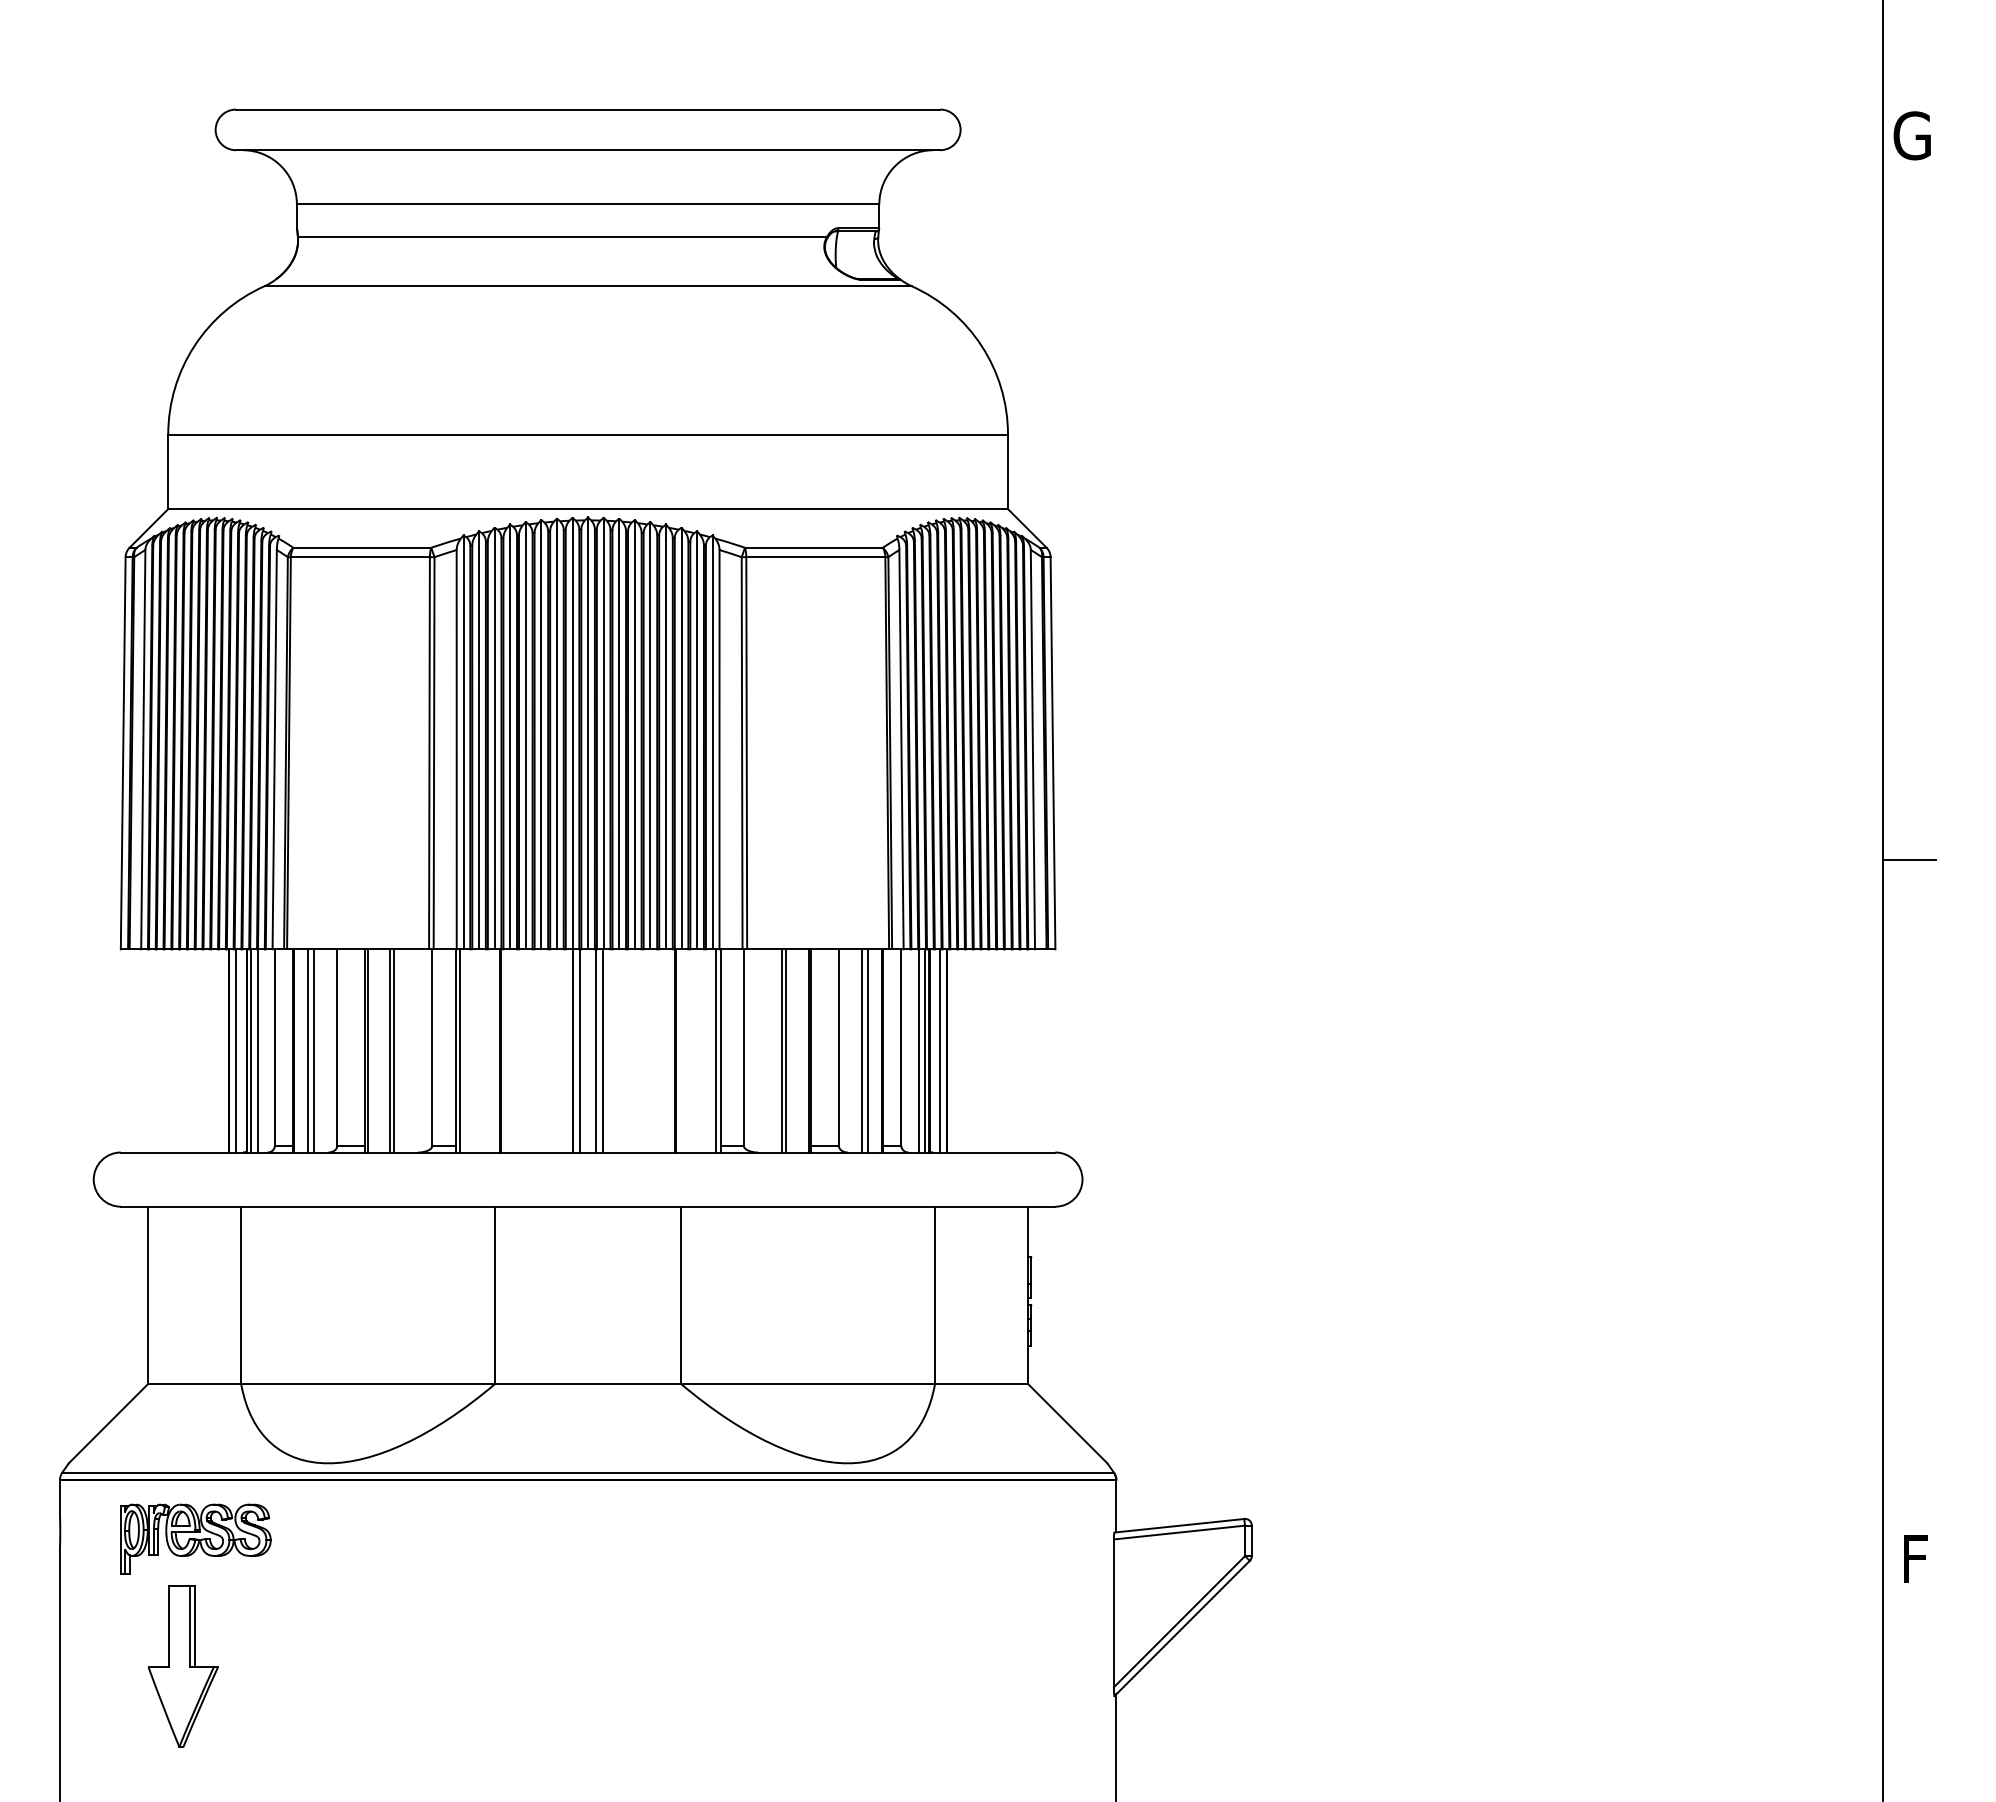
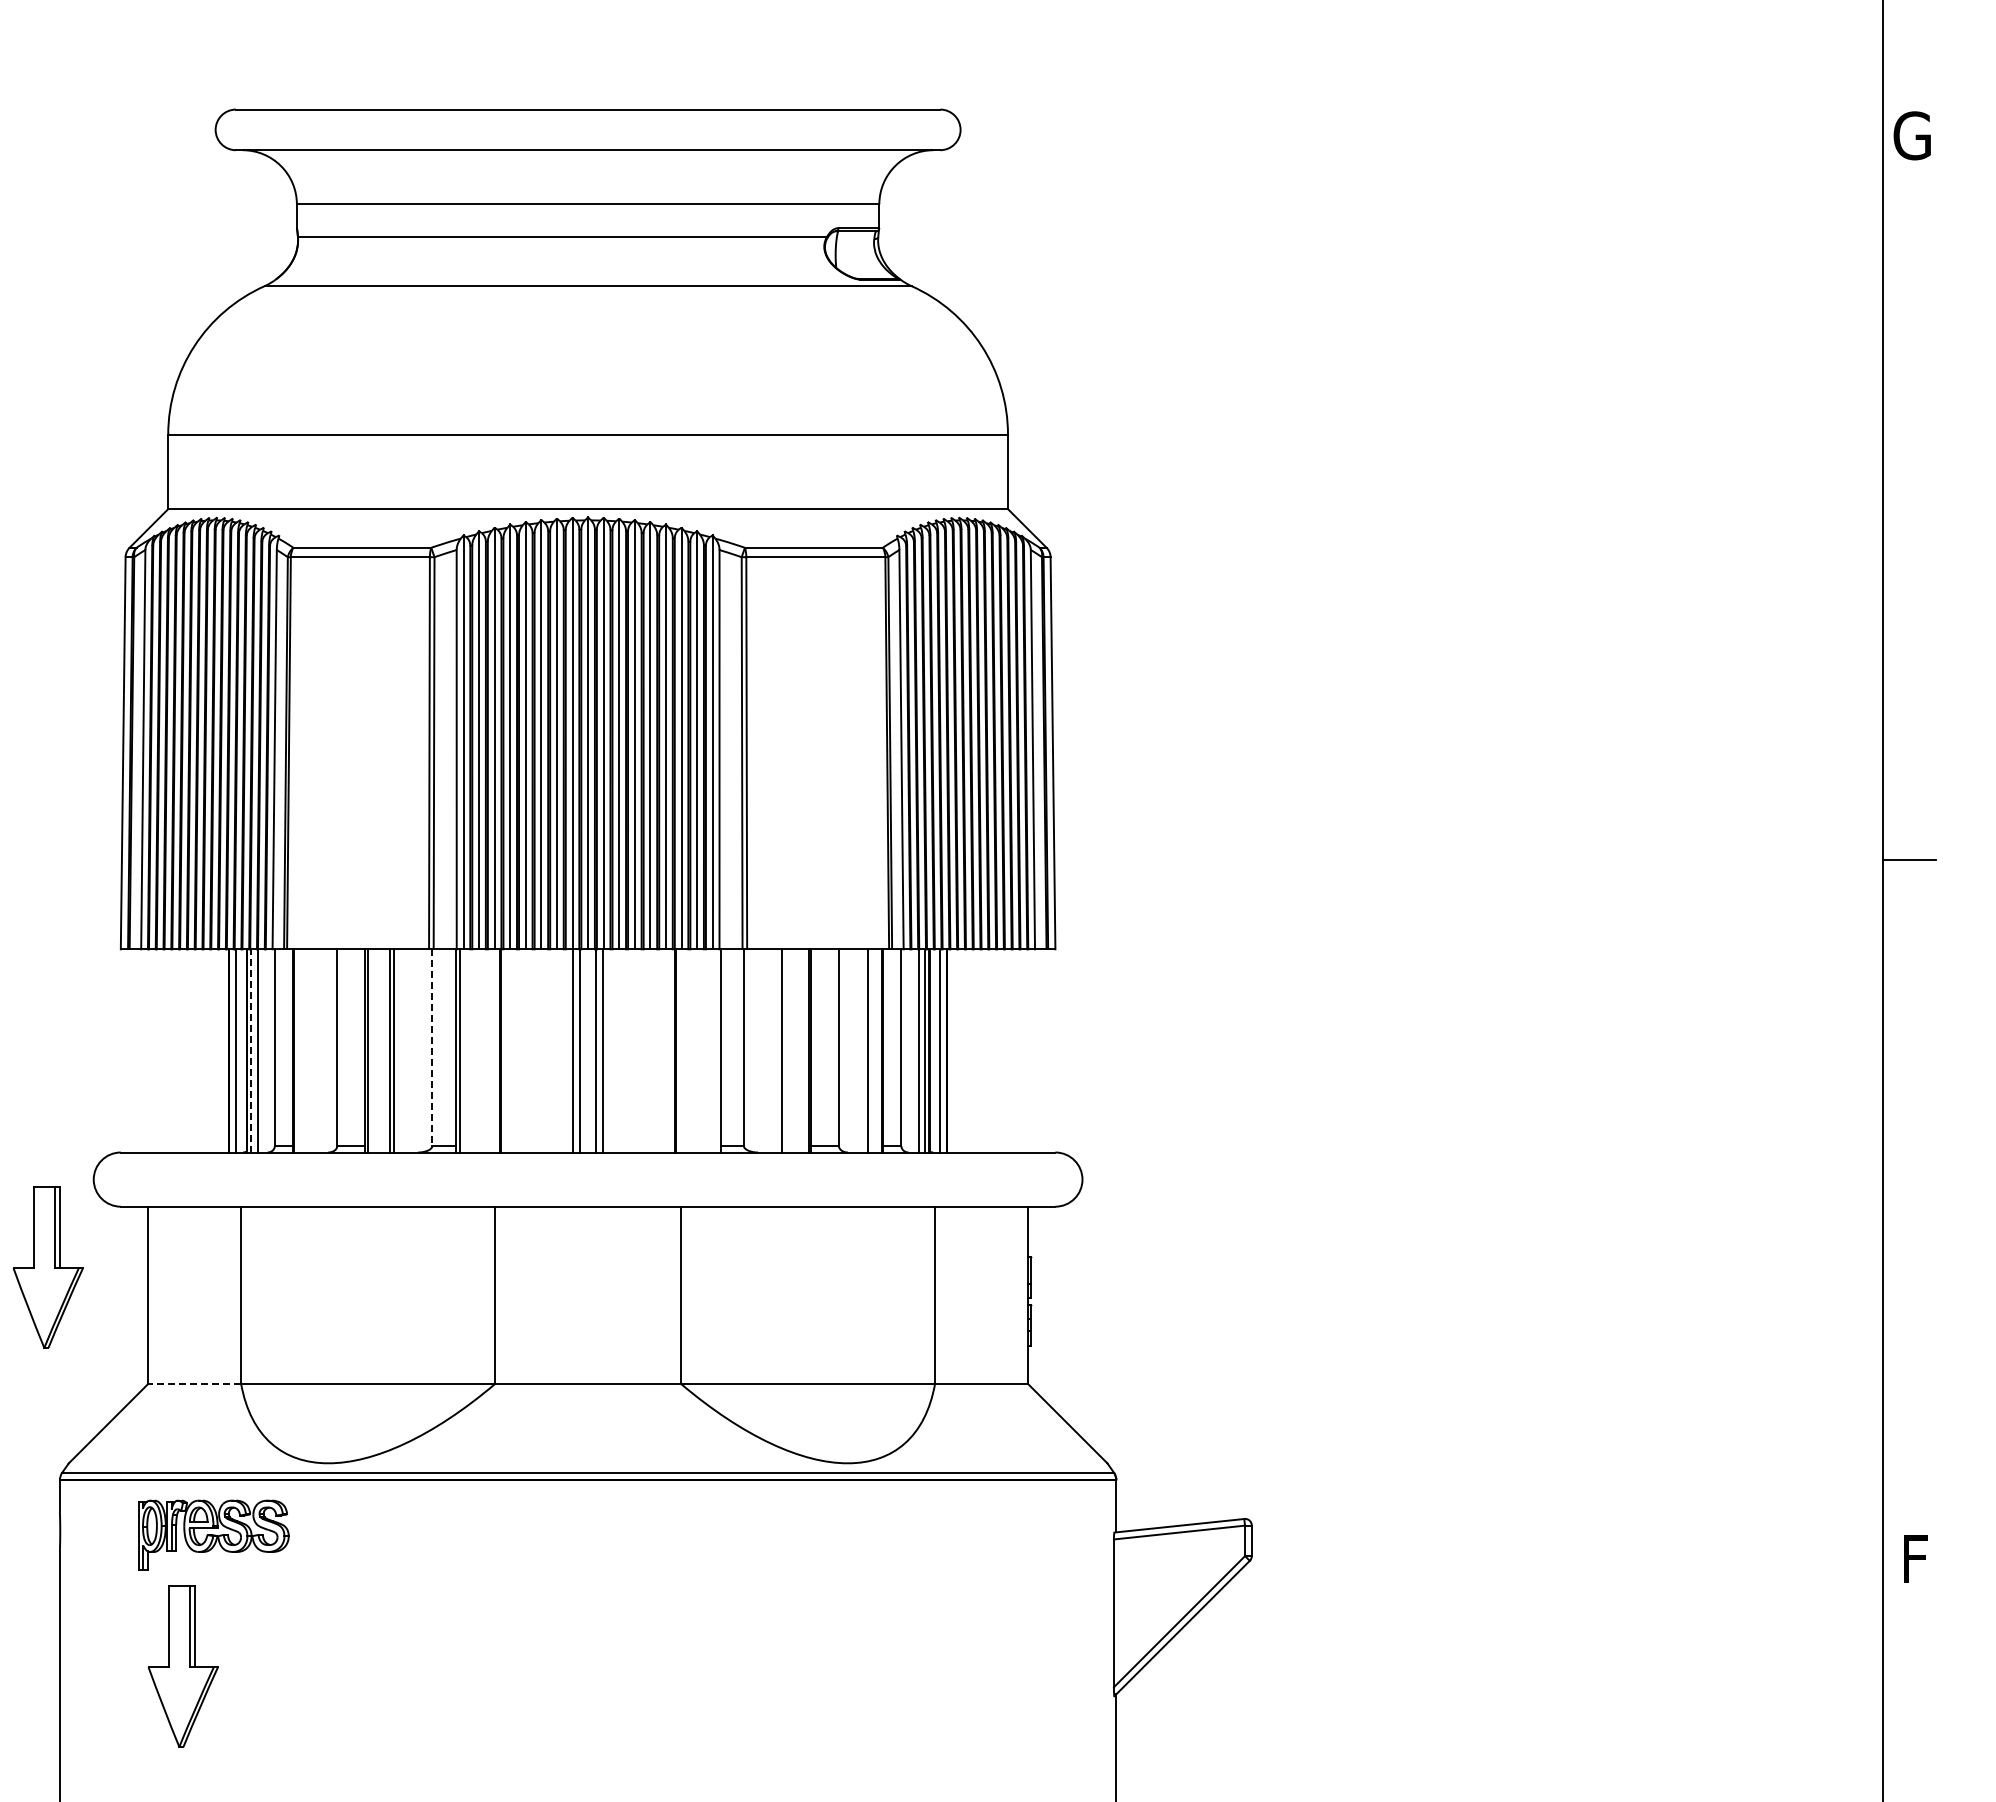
line at (432, 1048): solid -> dashed
line at (251, 1050): solid -> dashed
line at (308, 1050): present -> none
line at (313, 1050): present -> none
line at (716, 1050): present -> none
line at (785, 1050): present -> none
line at (862, 1050): present -> none
part at (47, 1267): none -> present
line at (194, 1384): solid -> dashed
part at (195, 1538) position: (195, 1538) -> (213, 1534)
